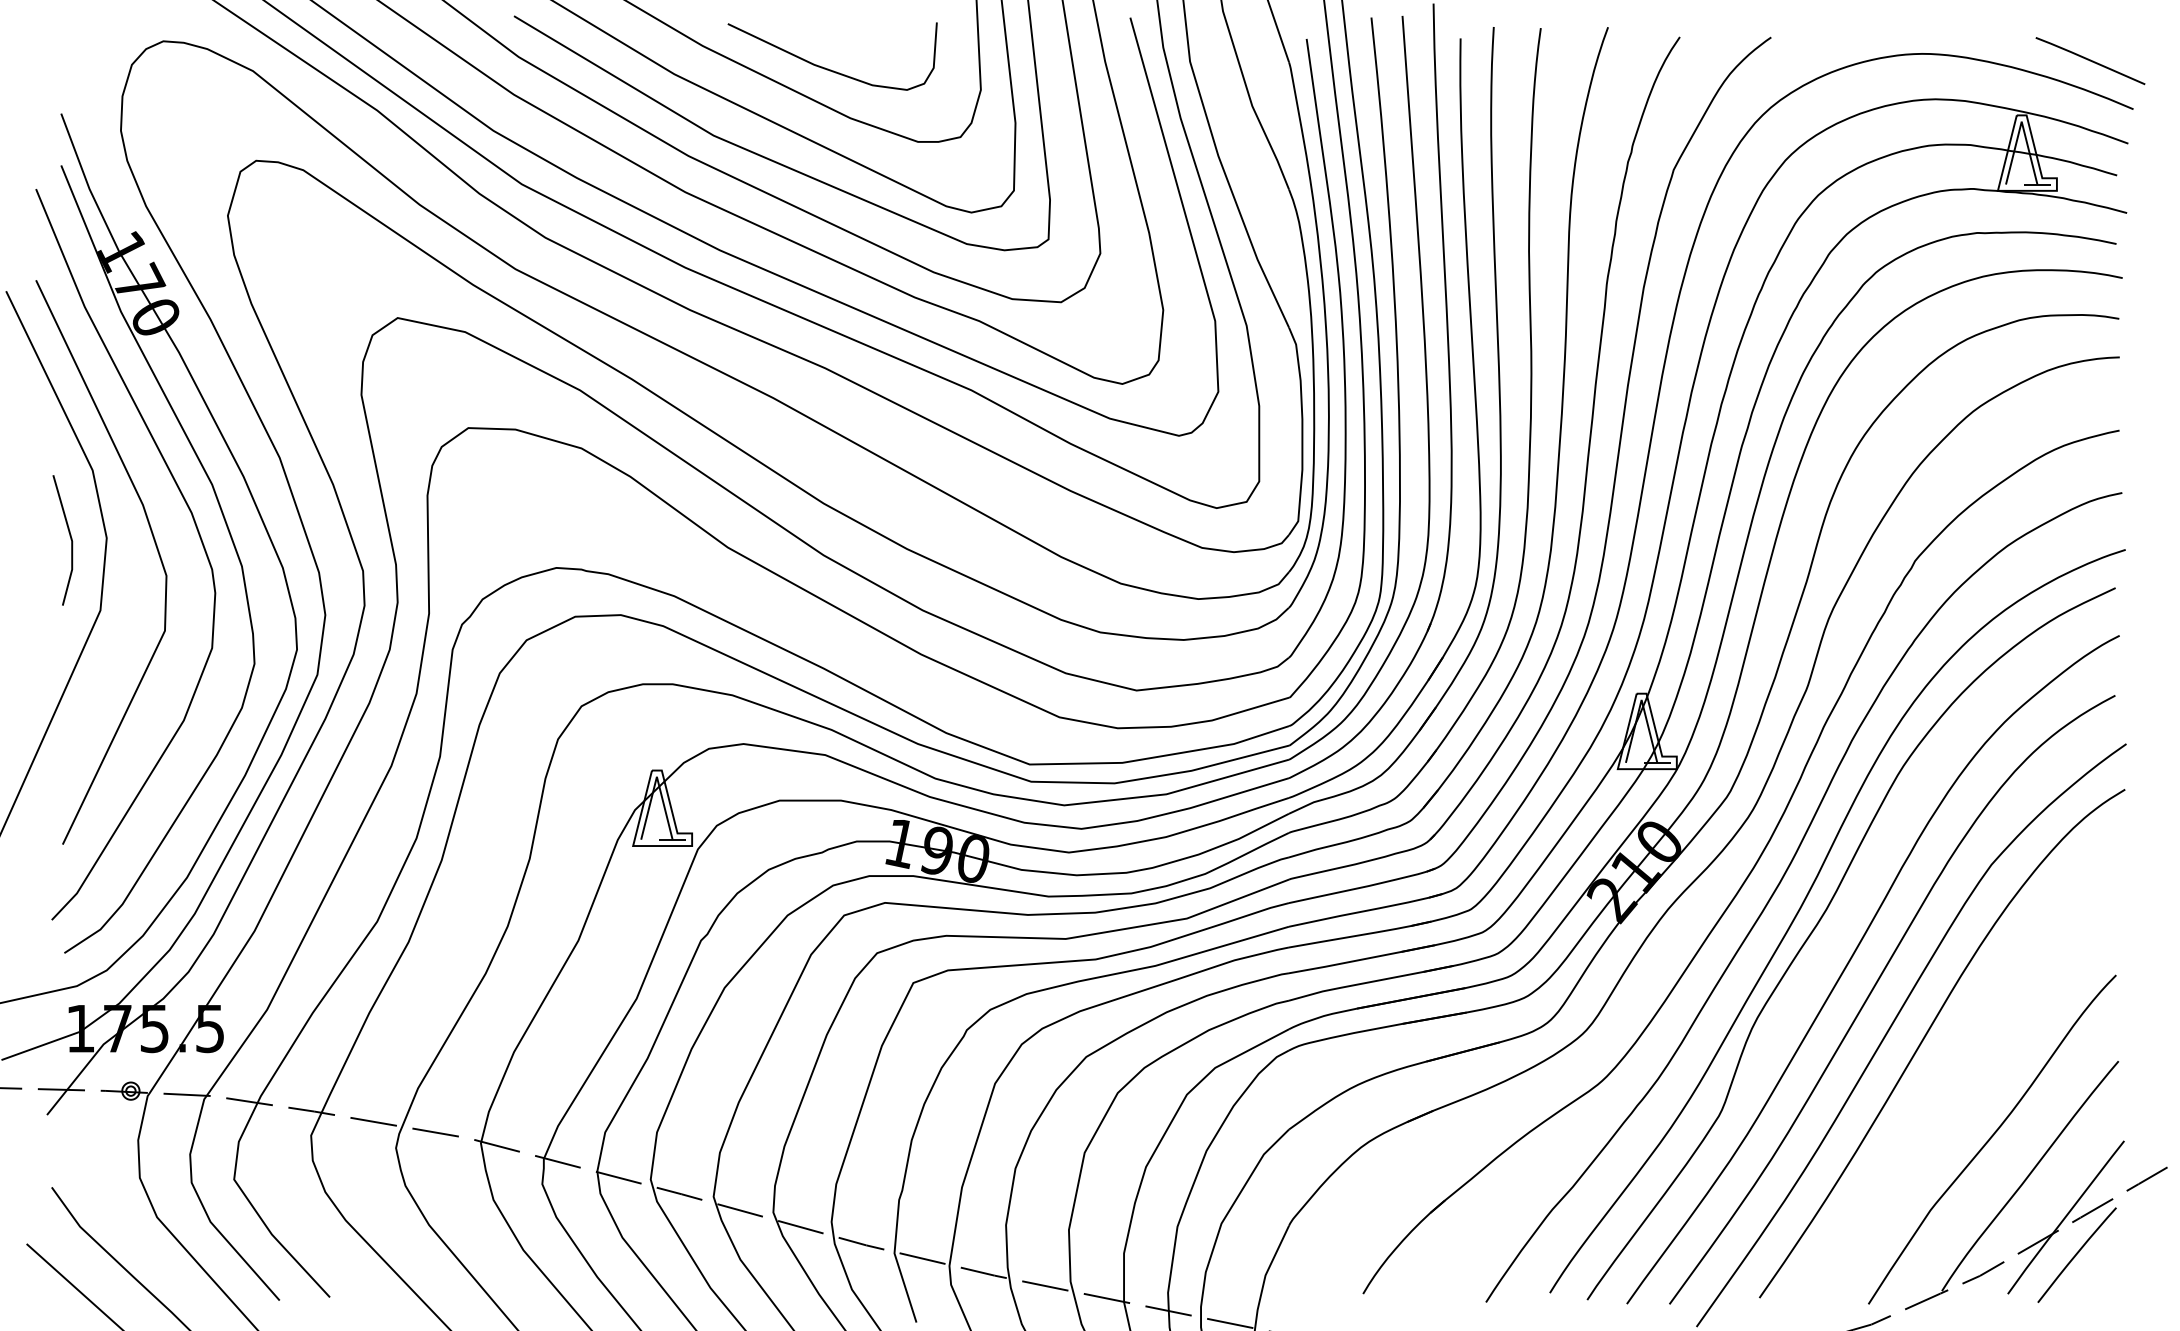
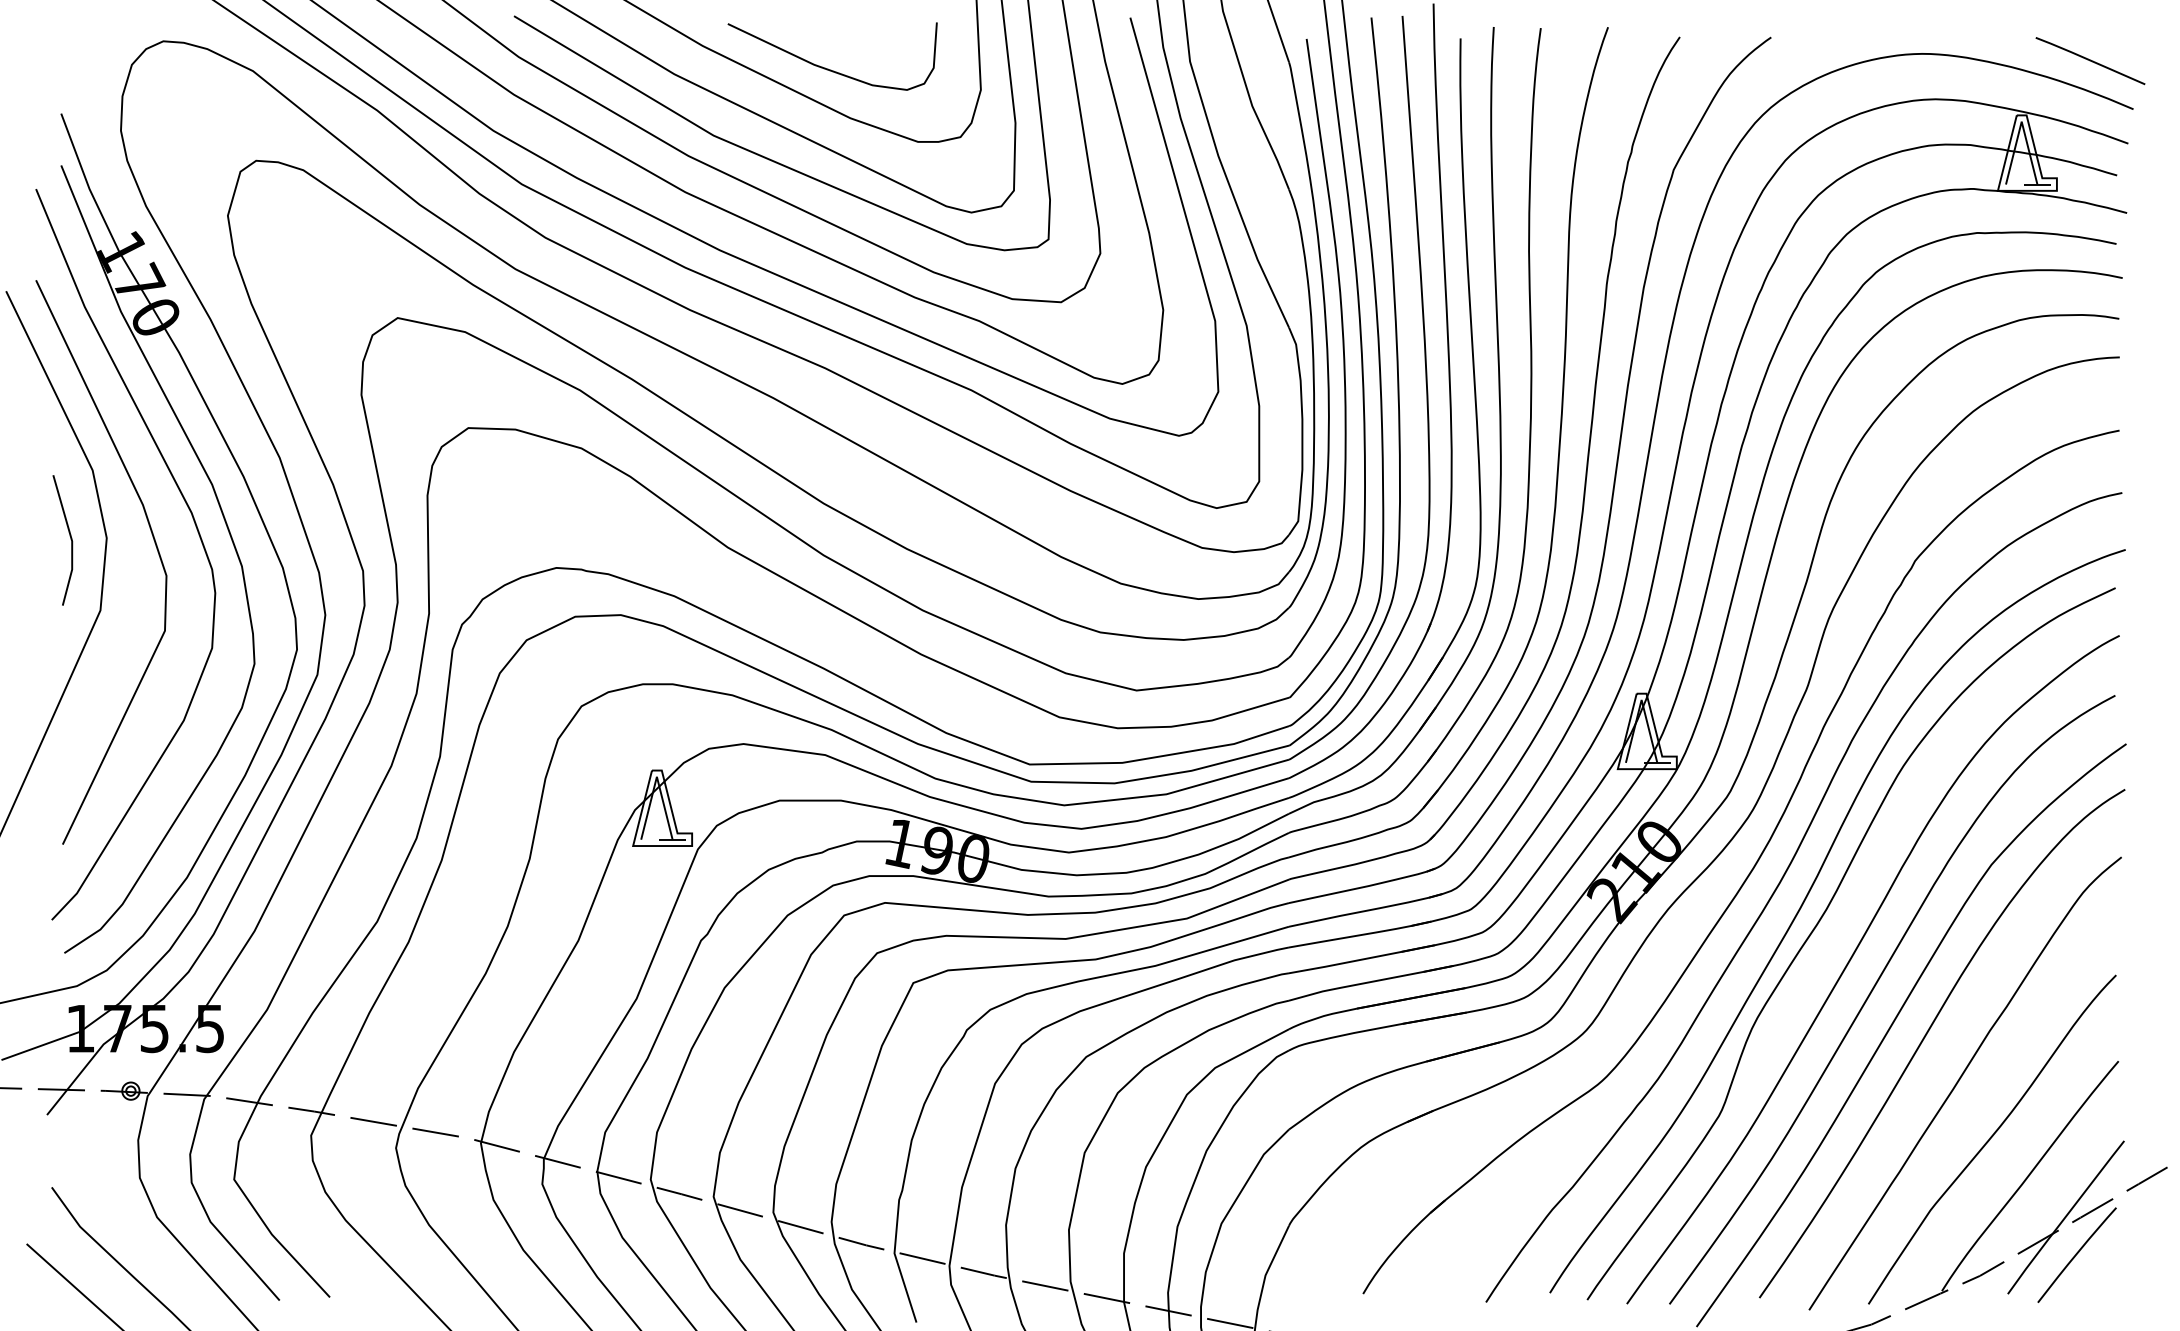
curve at (1959, 1081): none -> present
